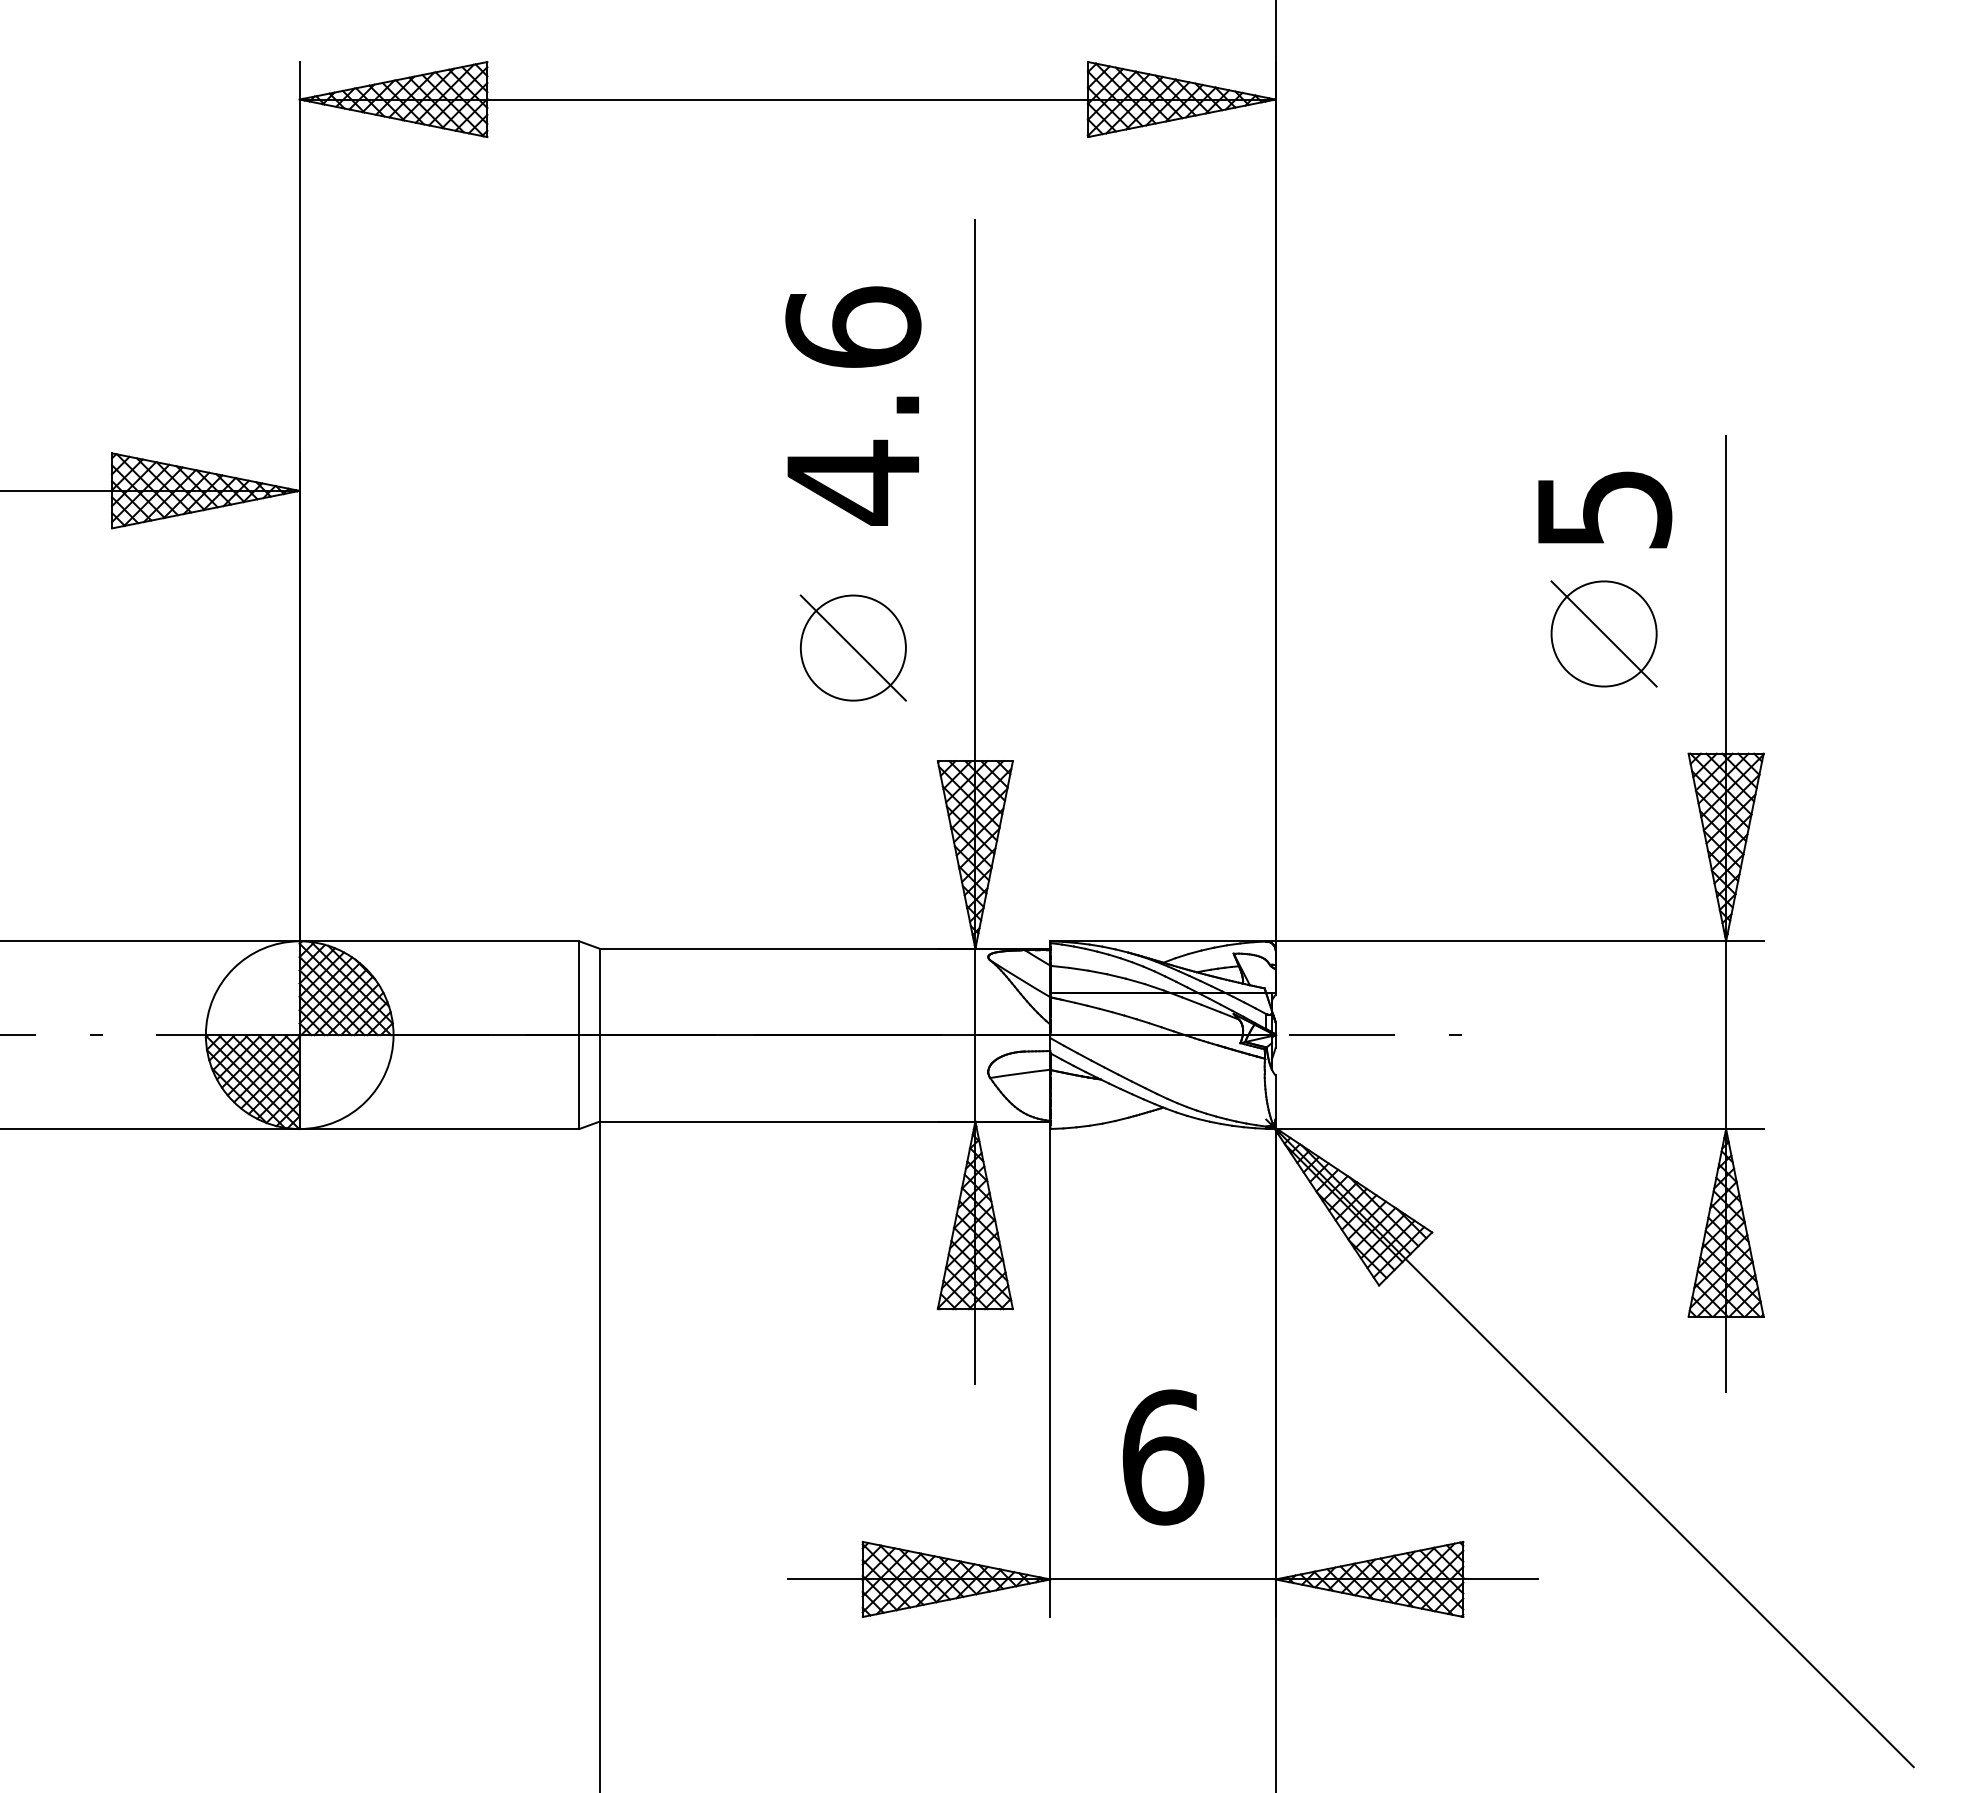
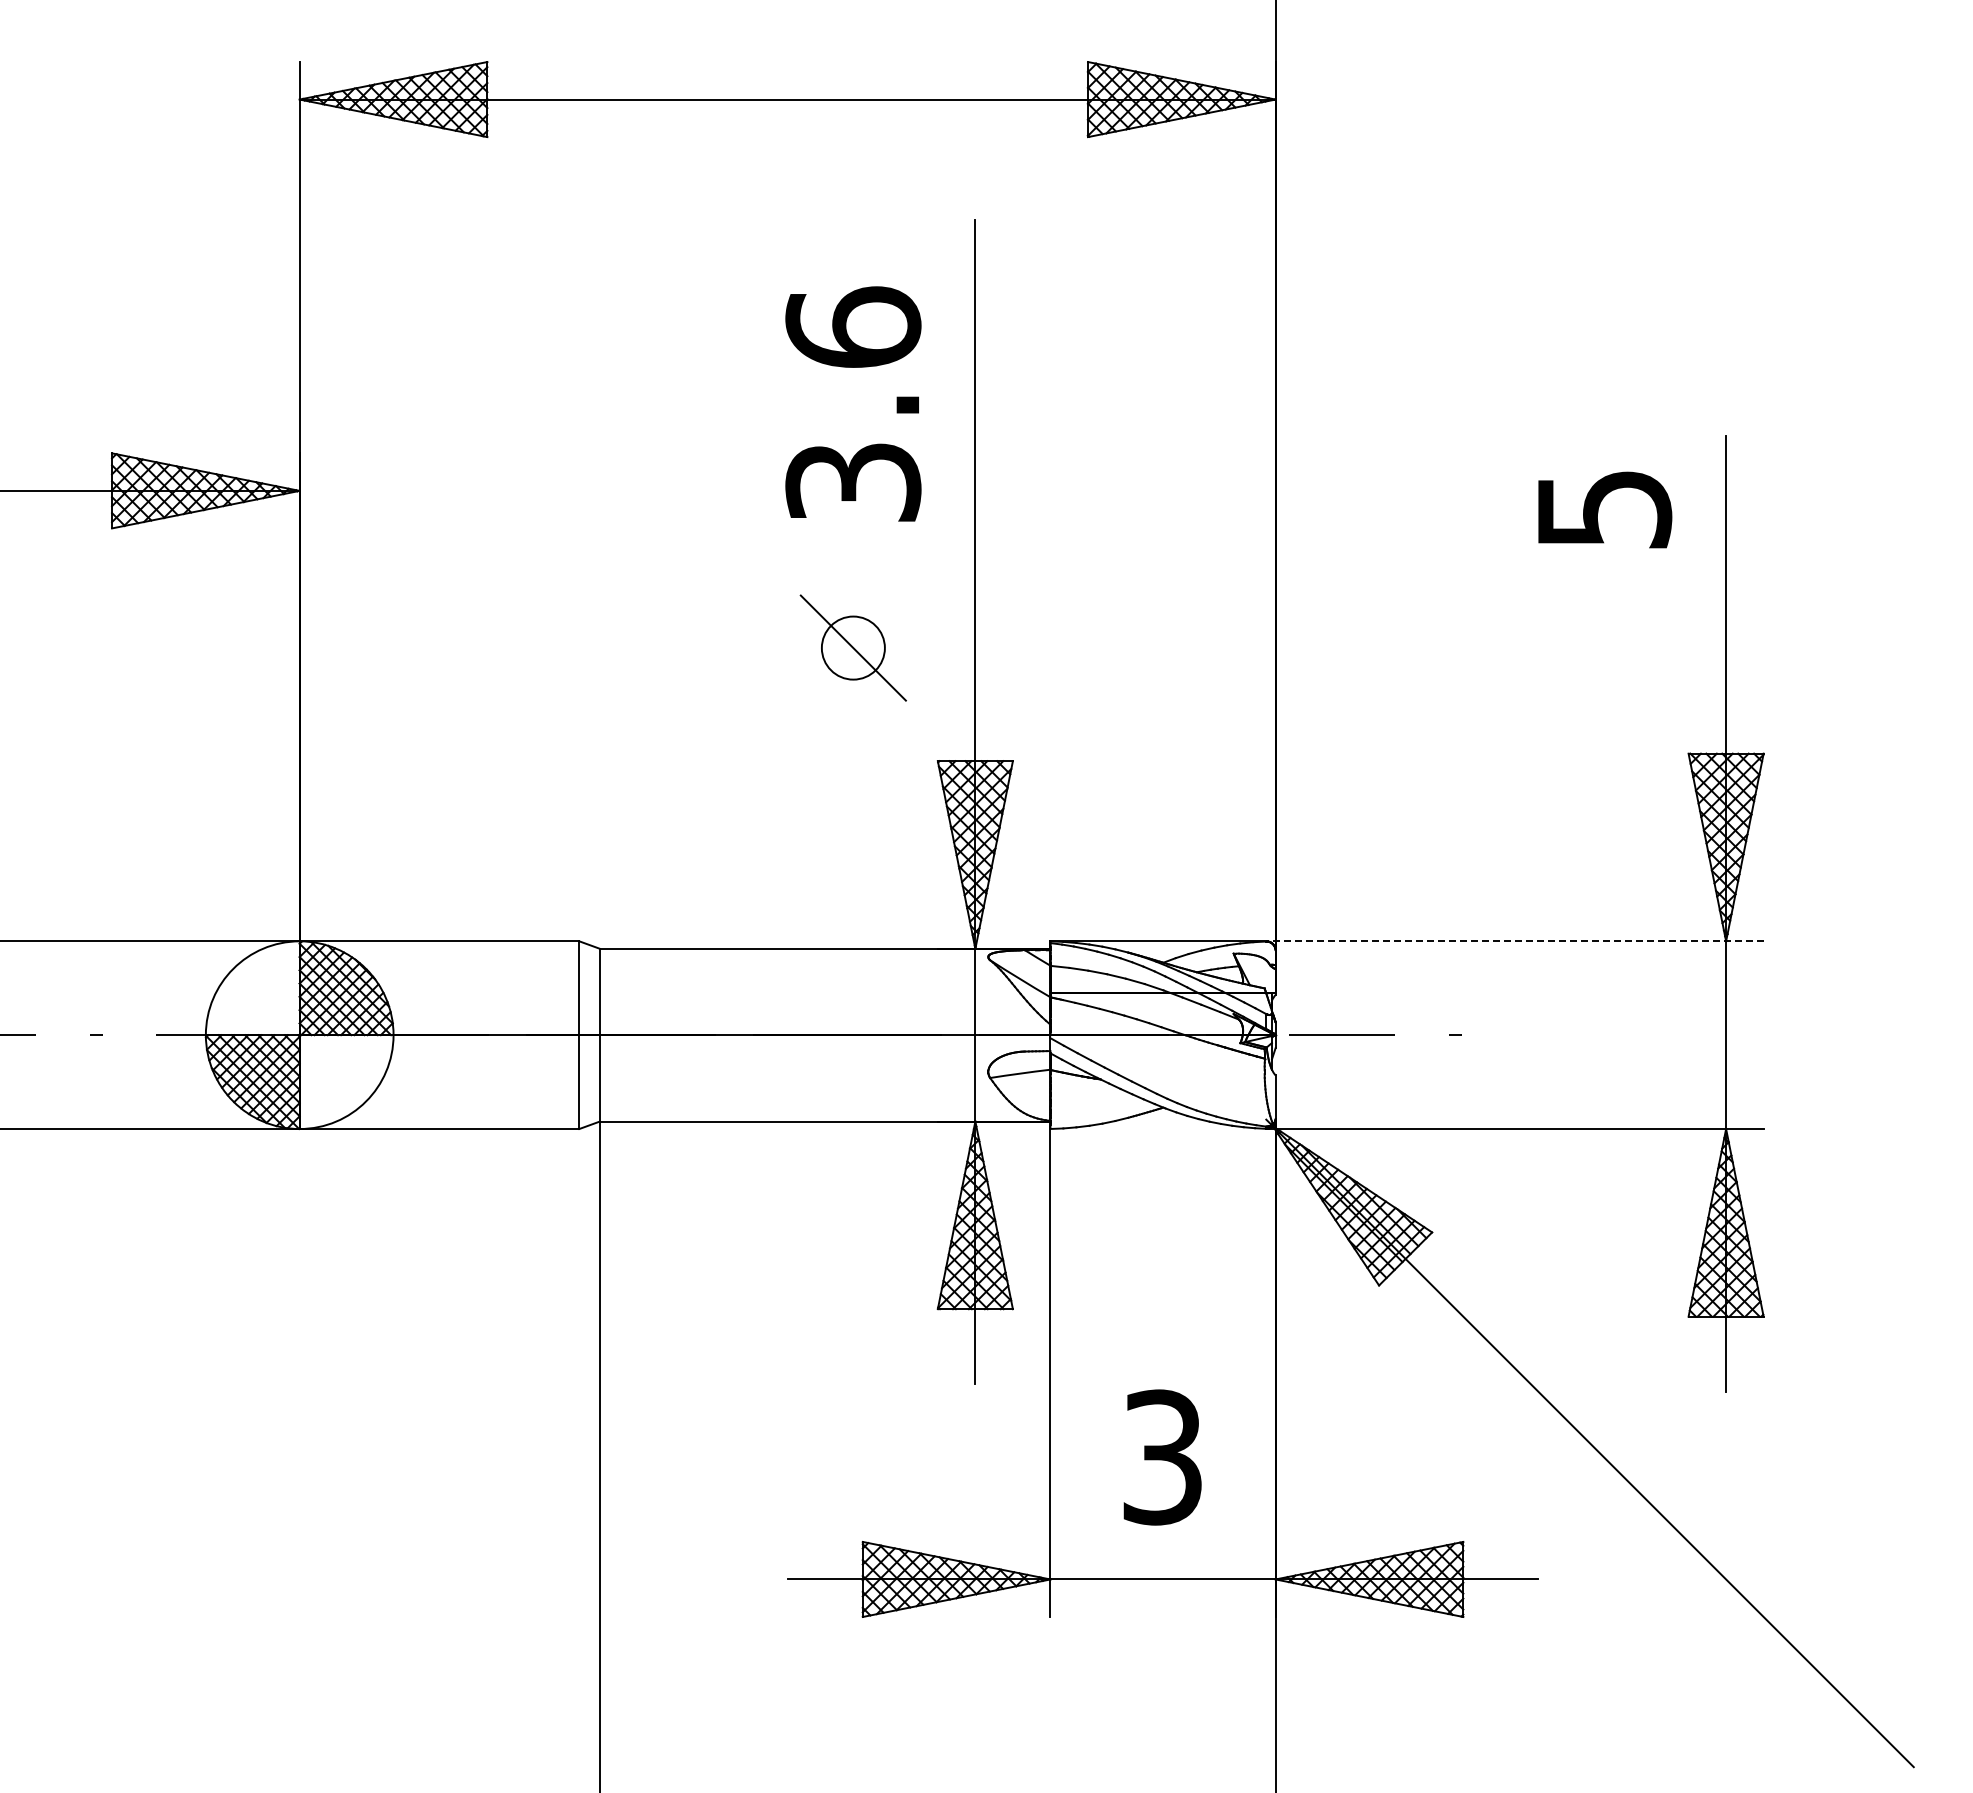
text at (853, 482): 4.6 -> 3.6
part at (1603, 633): present -> none
circle at (852, 647) diameter: 105 px -> 63 px
line at (1514, 941): solid -> dashed
text at (1163, 1457): 6 -> 3
